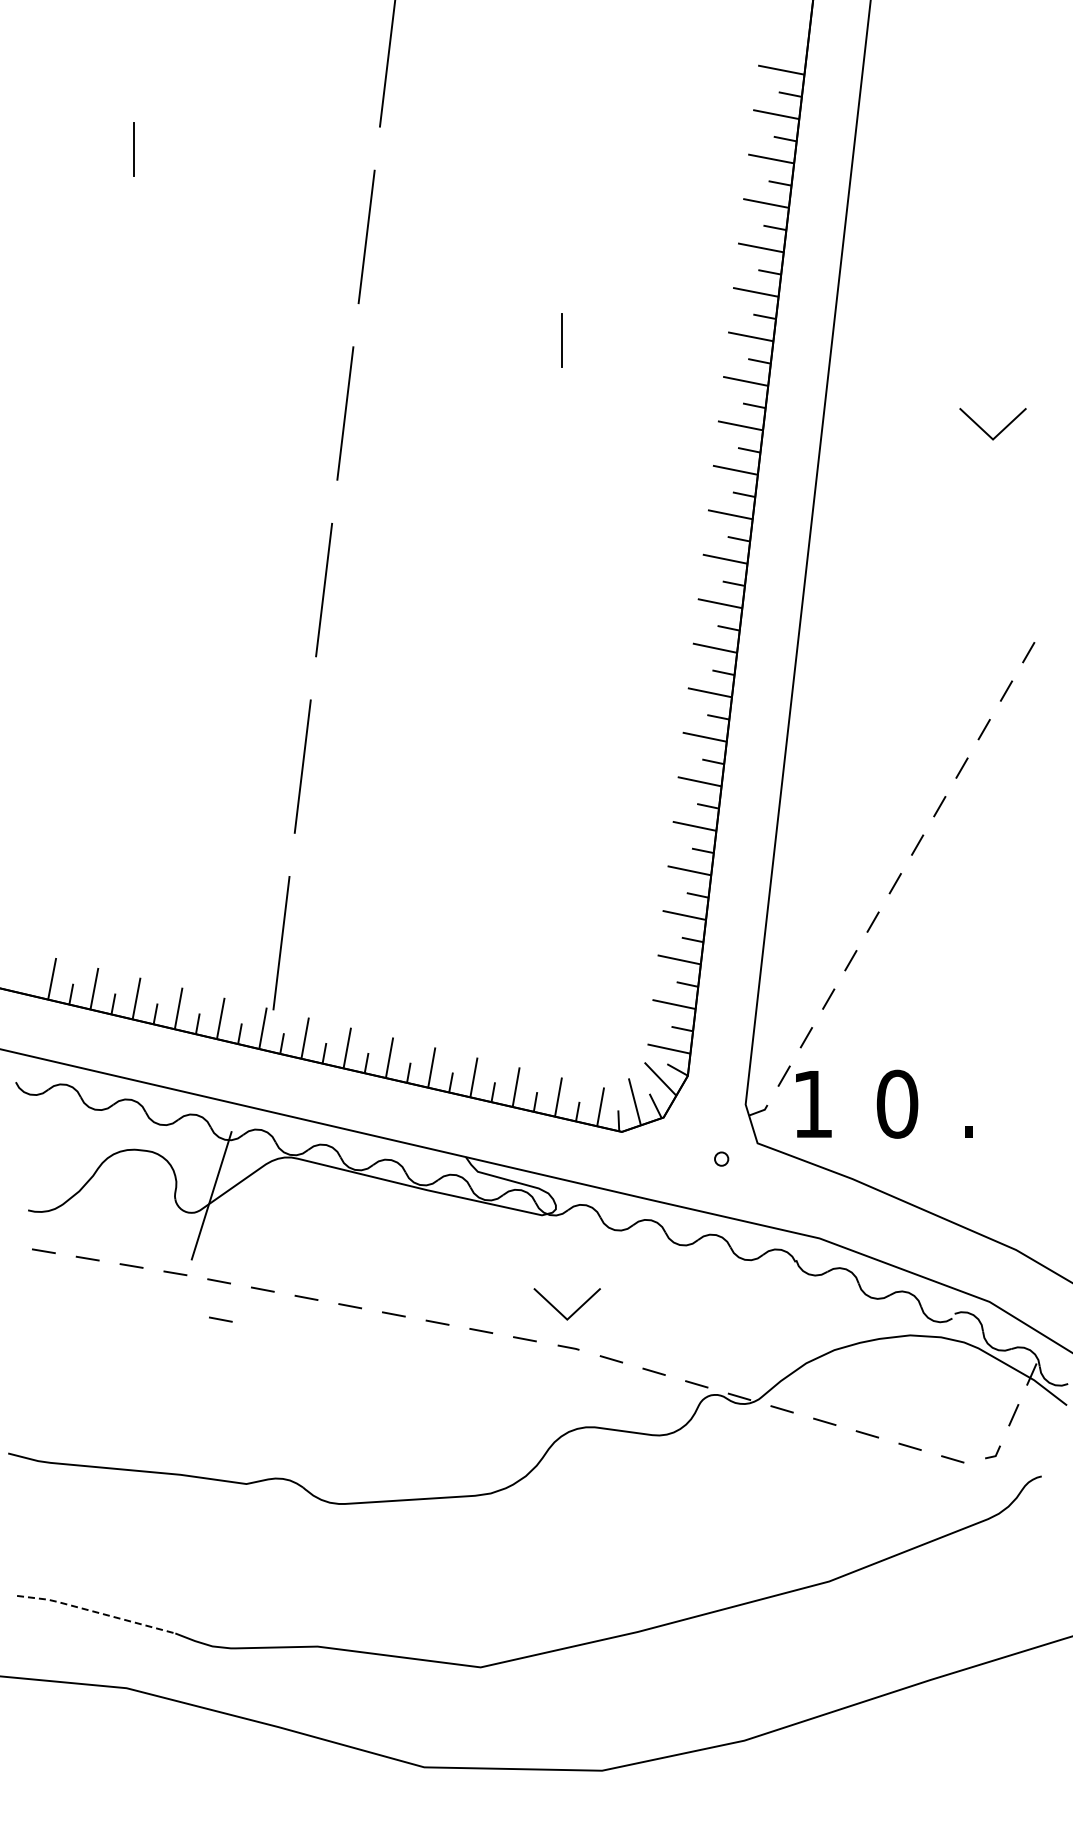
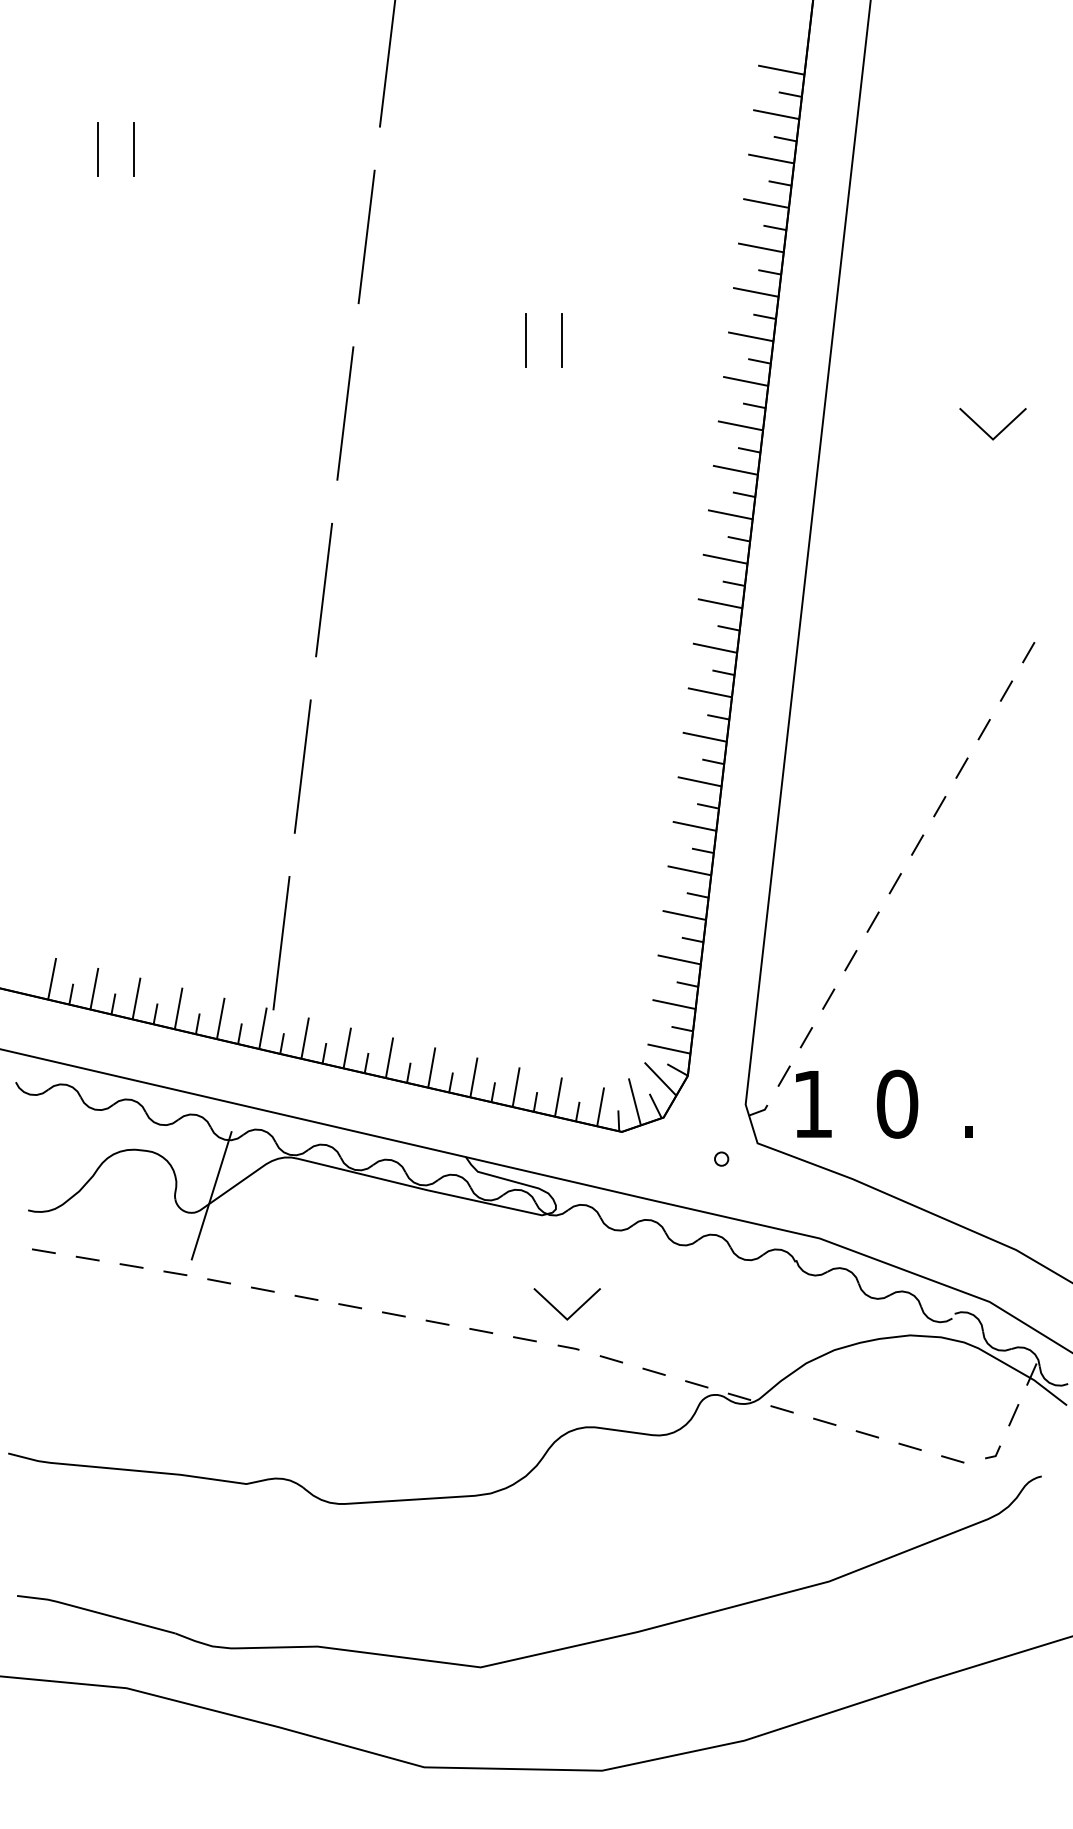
line at (97, 149): none -> present
line at (526, 340): none -> present
line at (220, 1319): present -> none
line at (95, 1612): dashed -> solid
